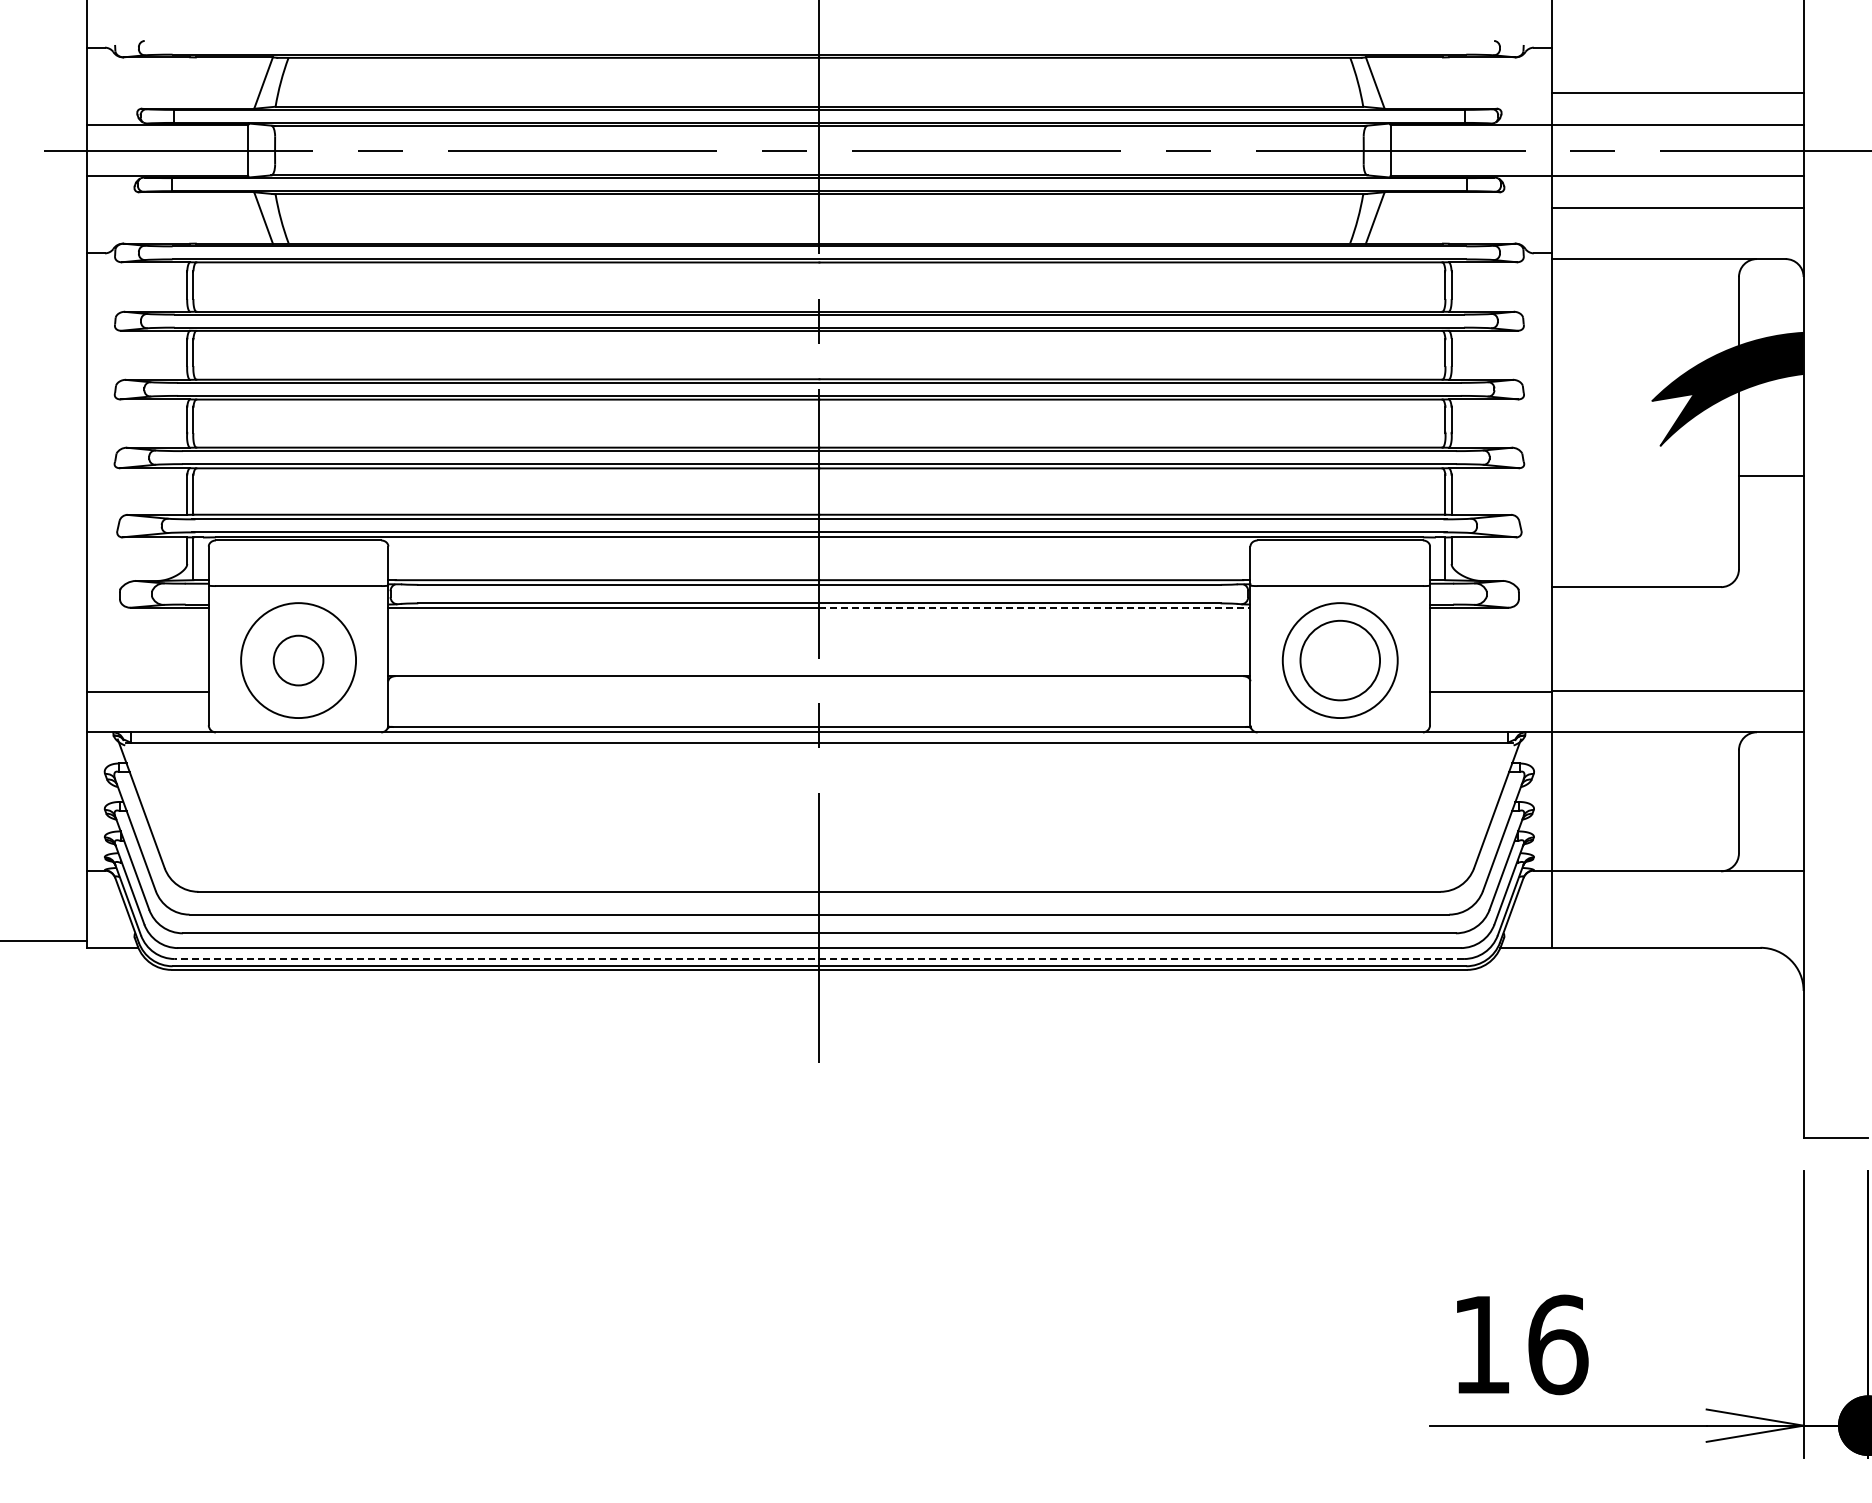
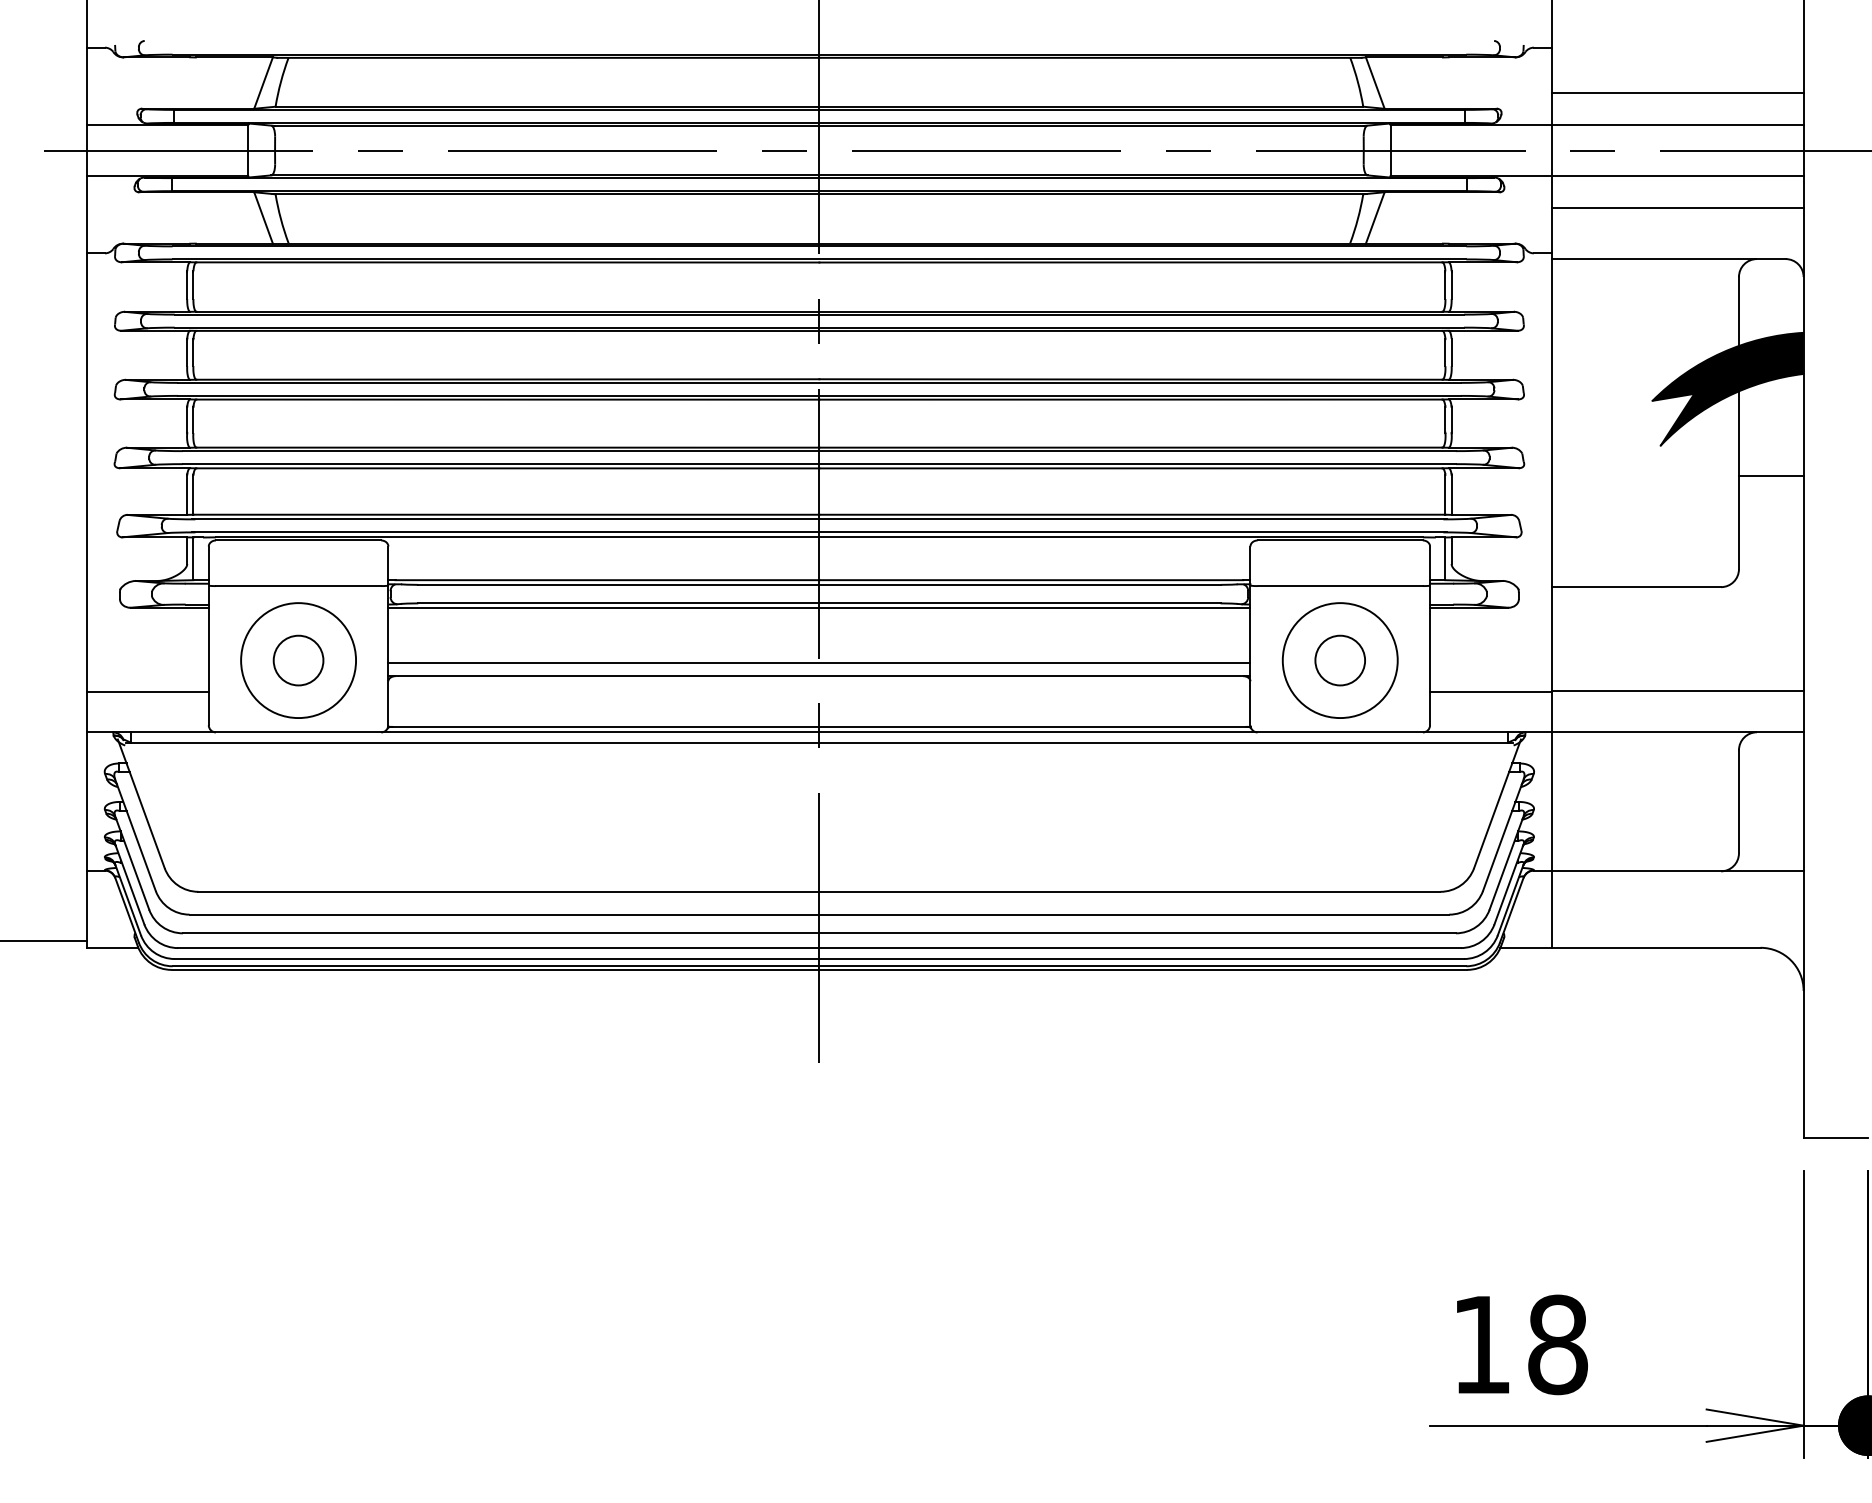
line at (1034, 607): dashed -> solid
circle at (1340, 660) diameter: 80 px -> 50 px
line at (819, 663): none -> present
line at (819, 959): dashed -> solid
text at (1558, 1344): 16 -> 18
